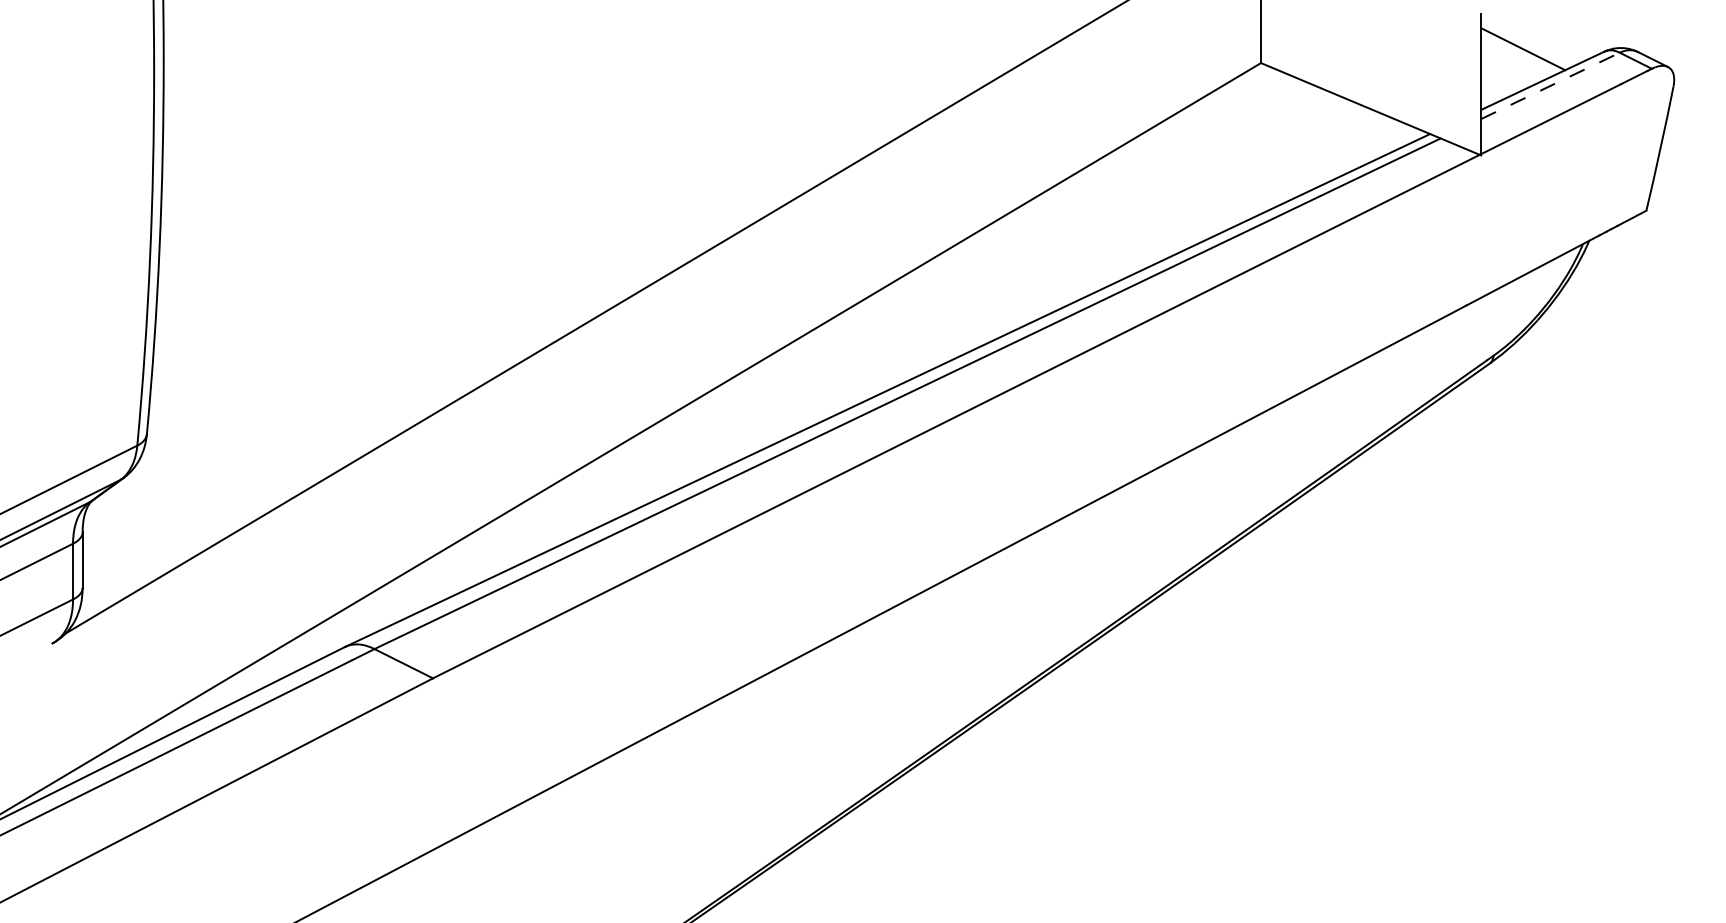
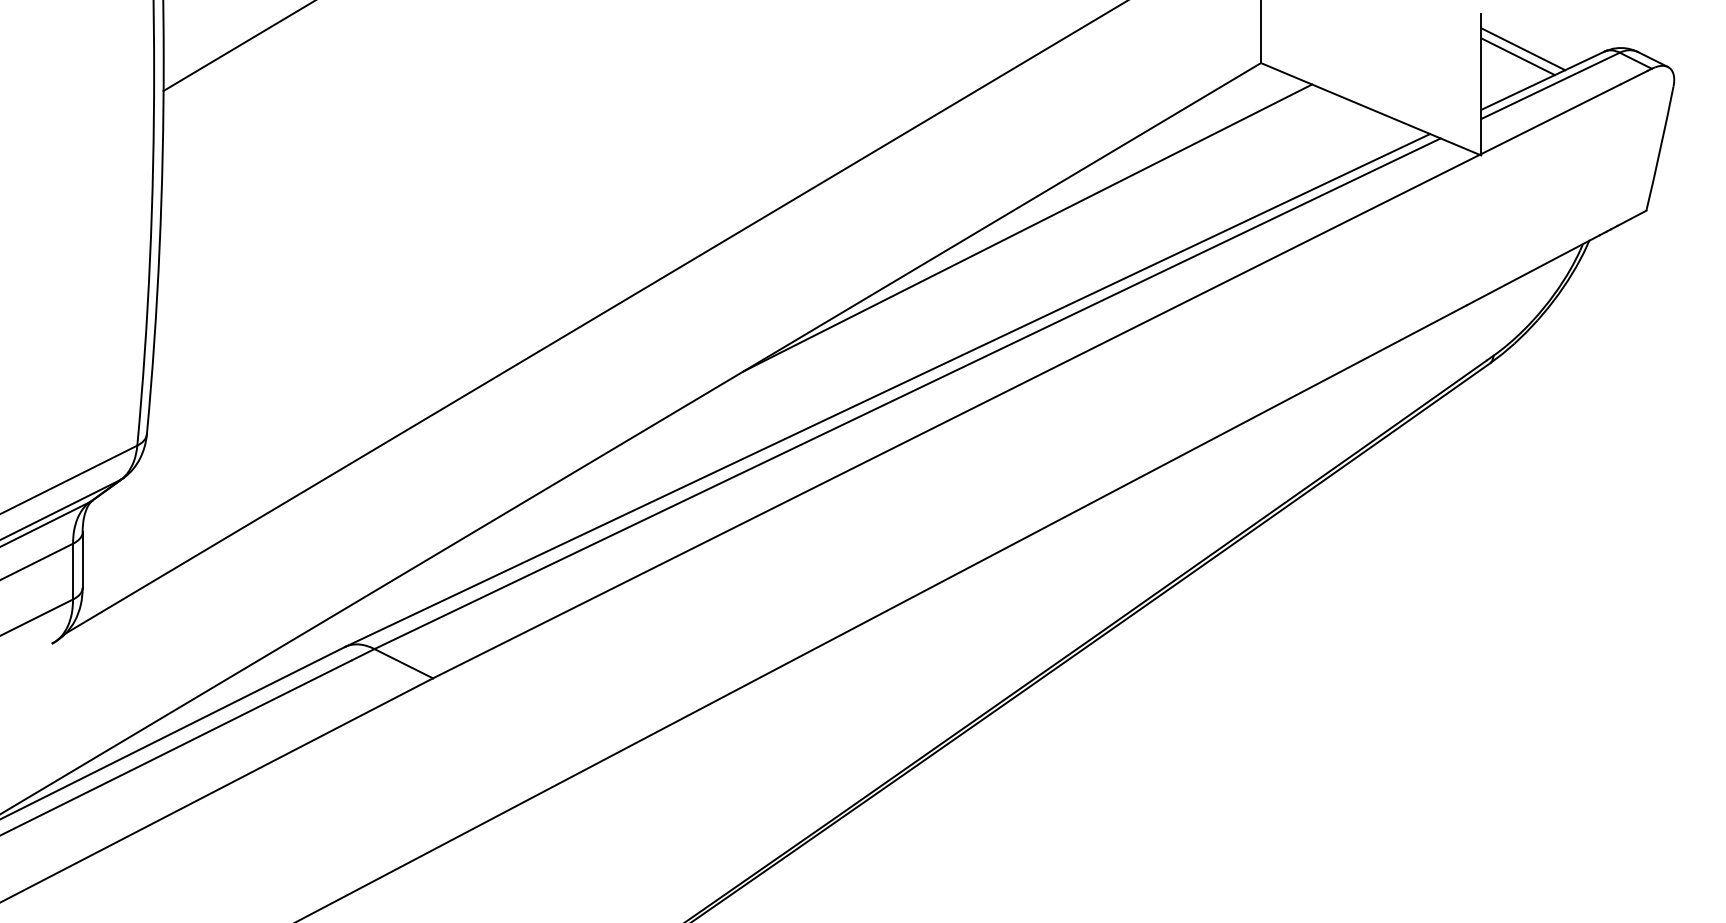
line at (237, 46): none -> present
line at (1517, 56): none -> present
line at (1550, 85): dashed -> solid
line at (1027, 227): none -> present
